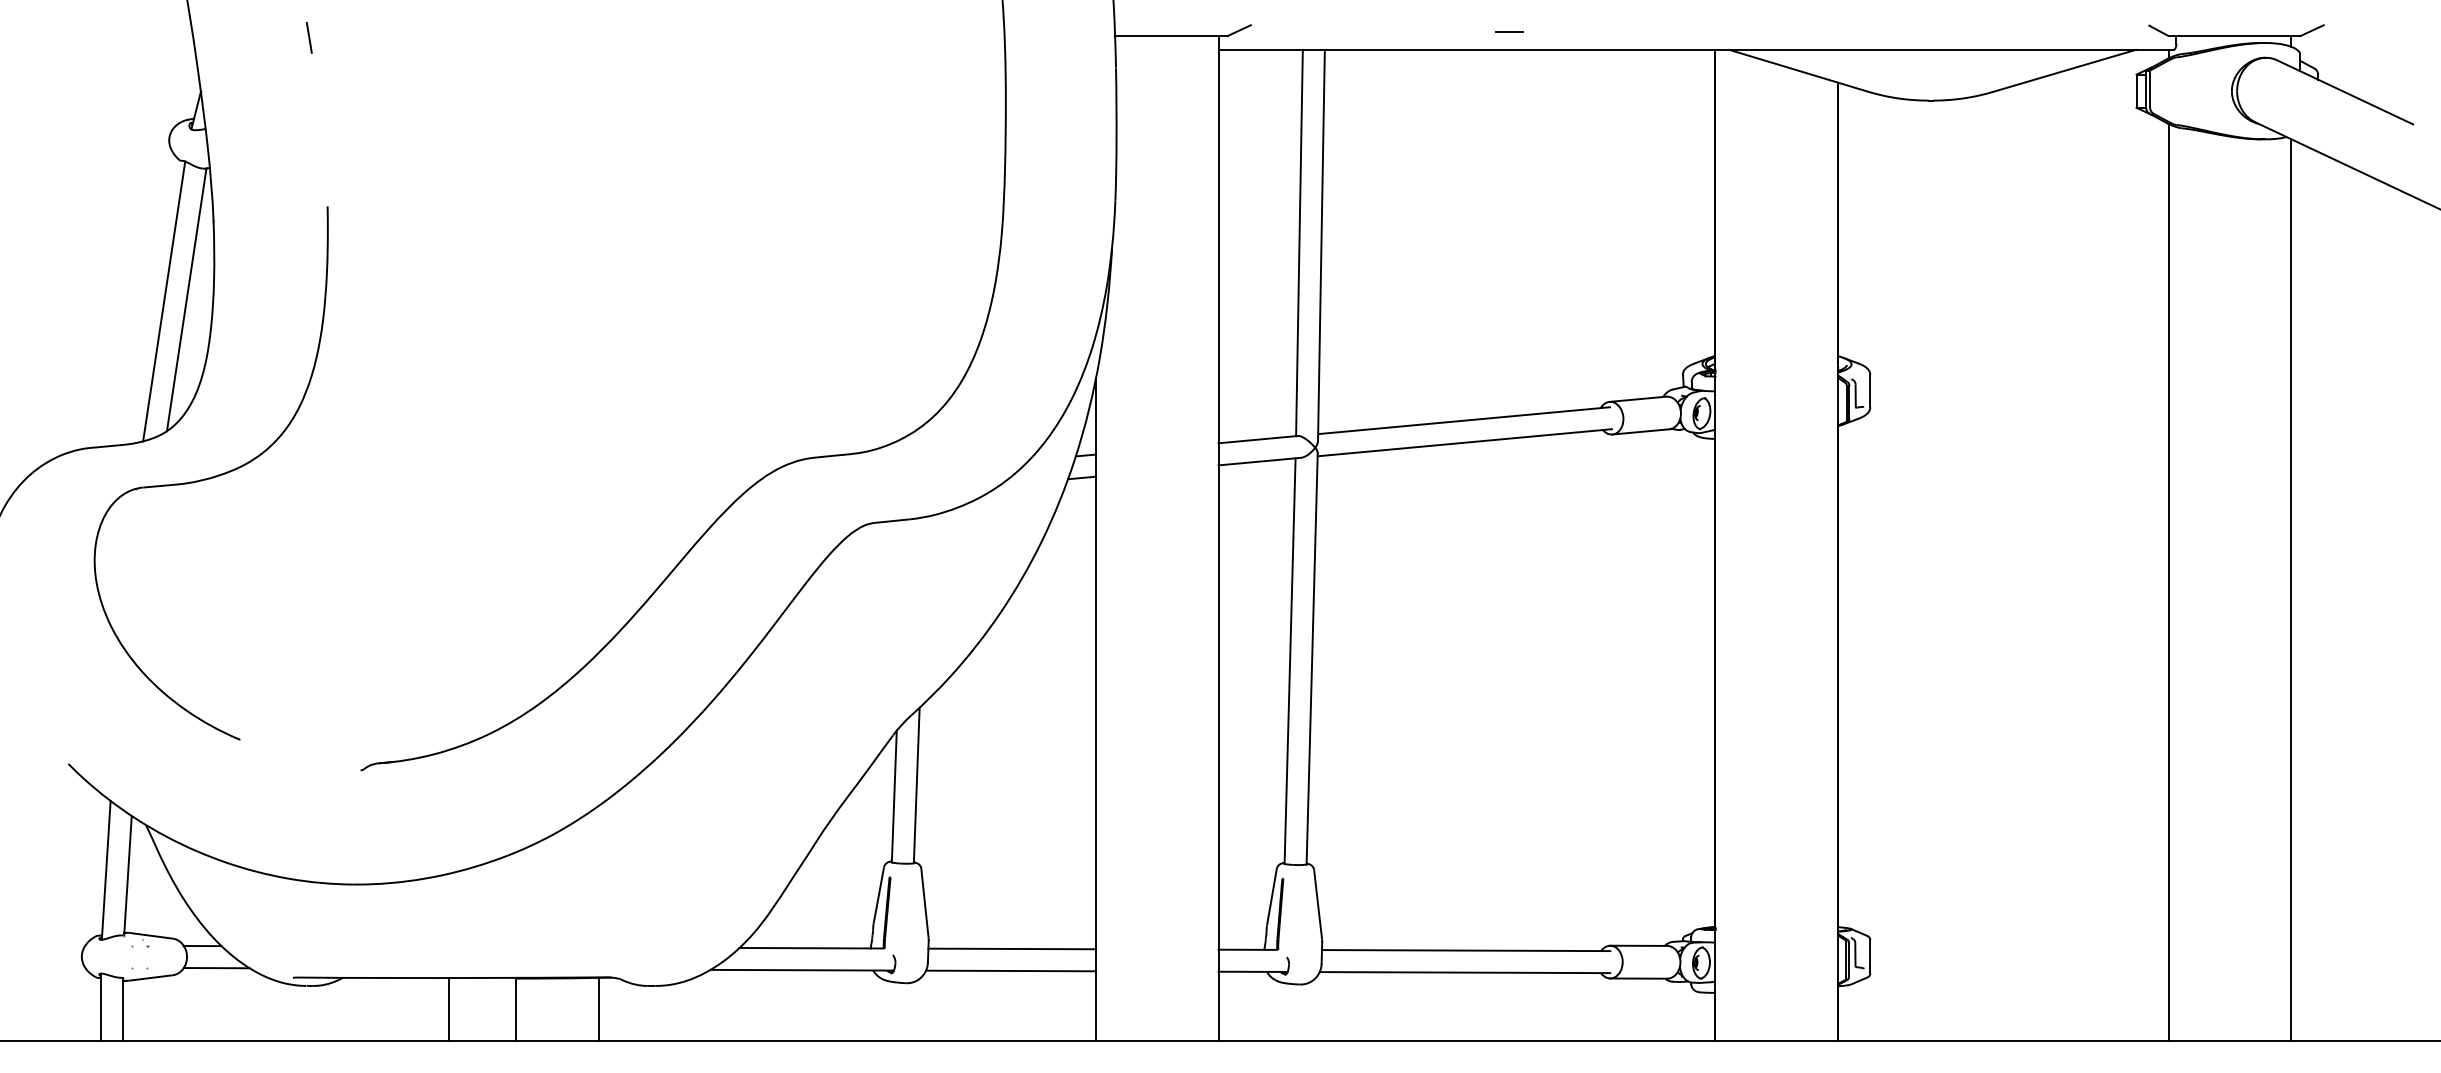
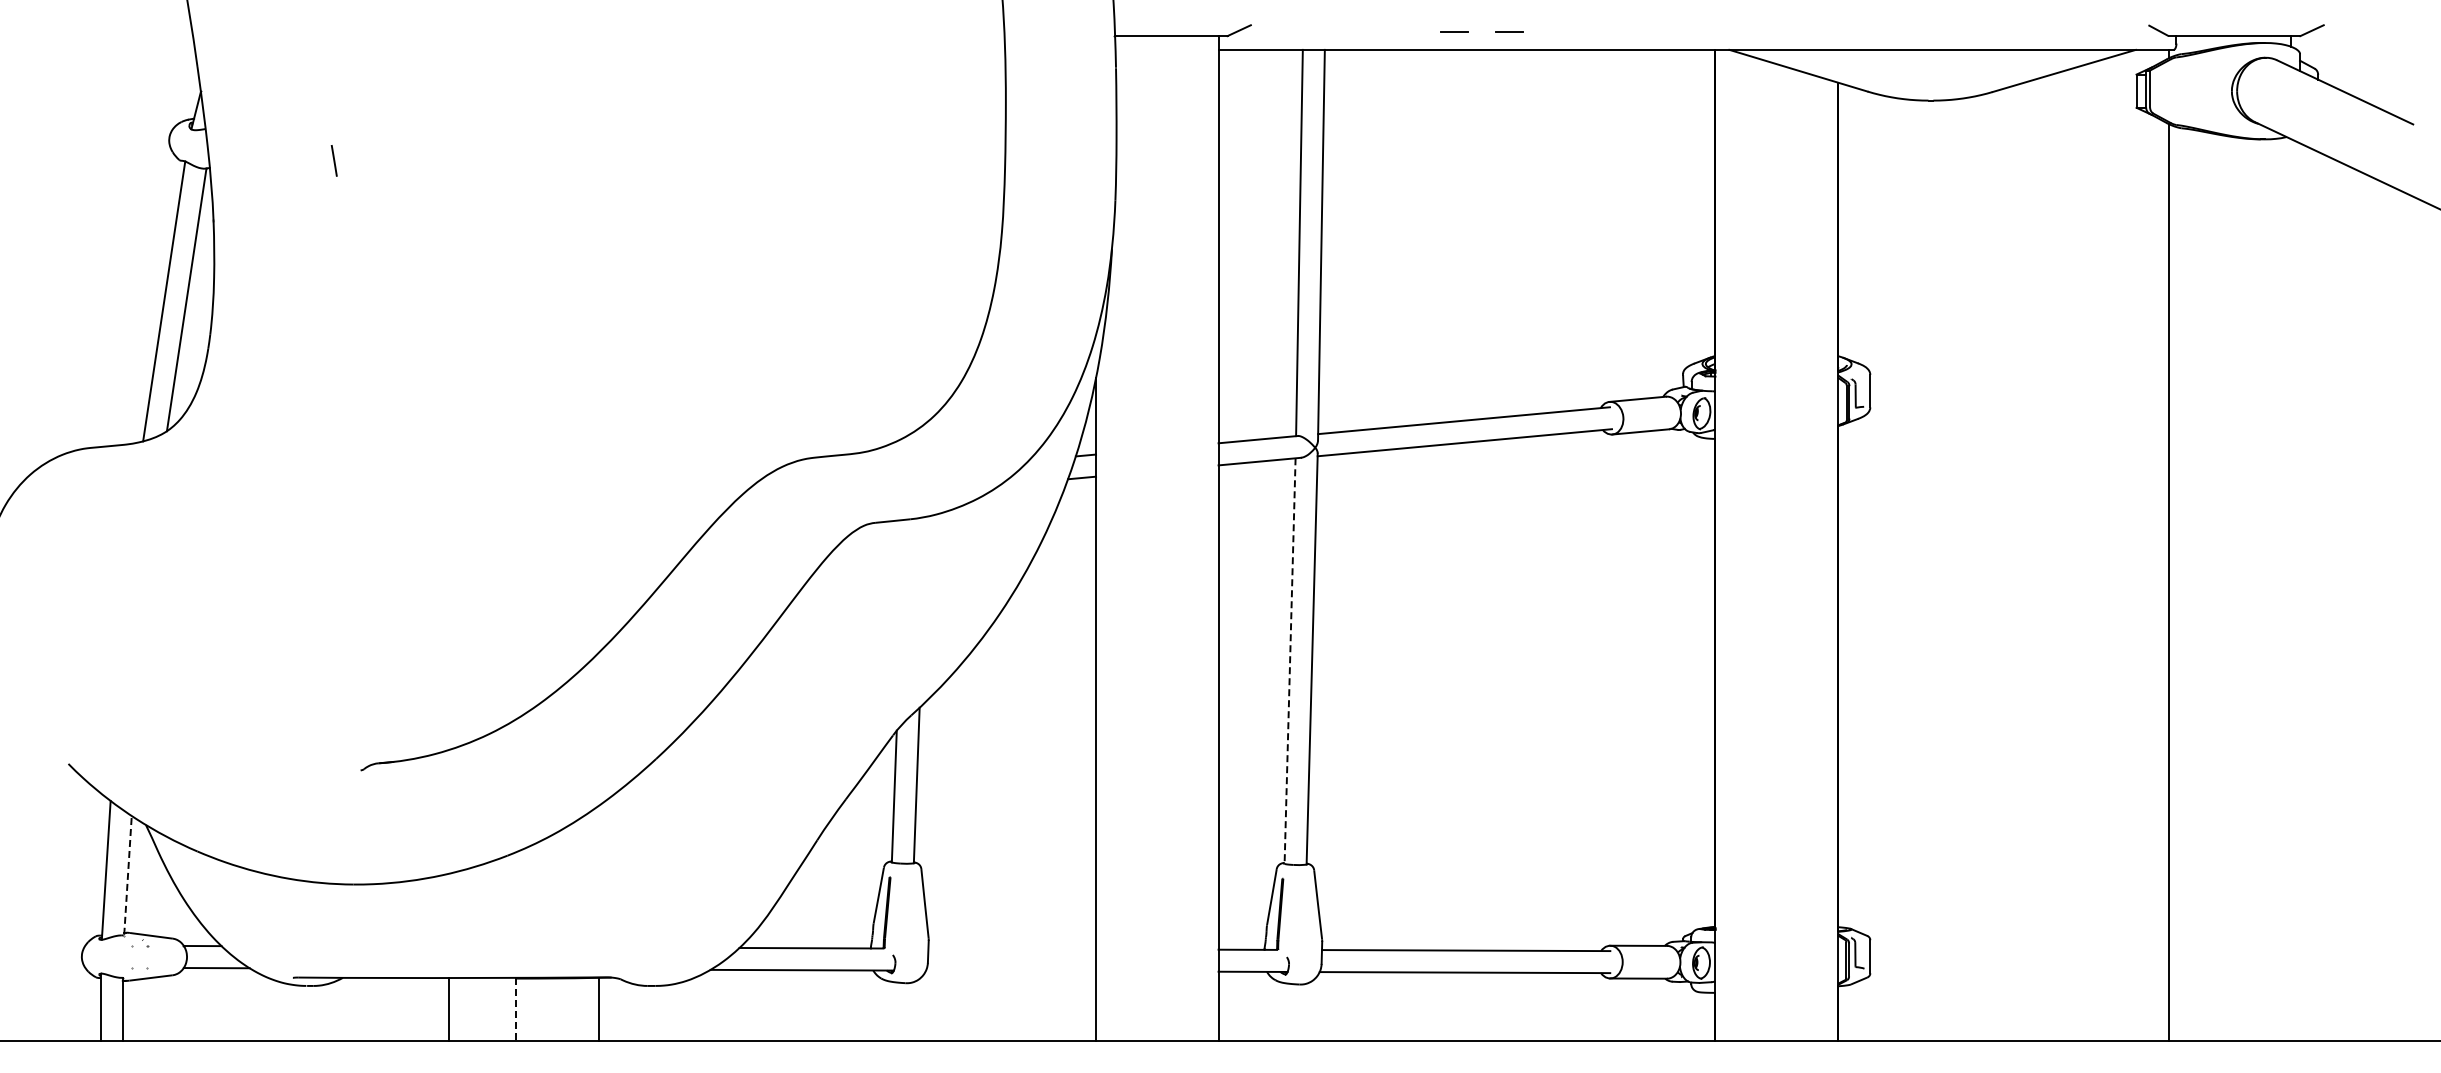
line at (1454, 31): none -> present
line at (308, 37) position: (308, 37) -> (333, 160)
part at (210, 473): present -> none
line at (2291, 589): present -> none
line at (1290, 661): solid -> dashed
line at (128, 875): solid -> dashed
line at (1012, 948): present -> none
line at (1011, 970): present -> none
line at (515, 1009): solid -> dashed
